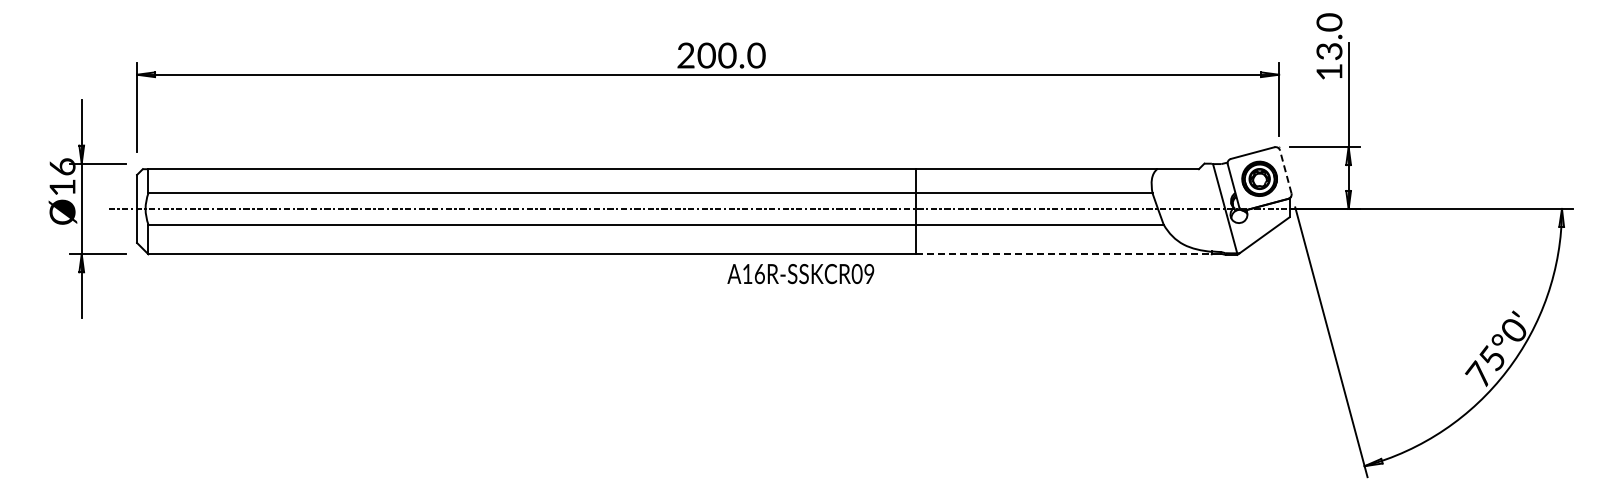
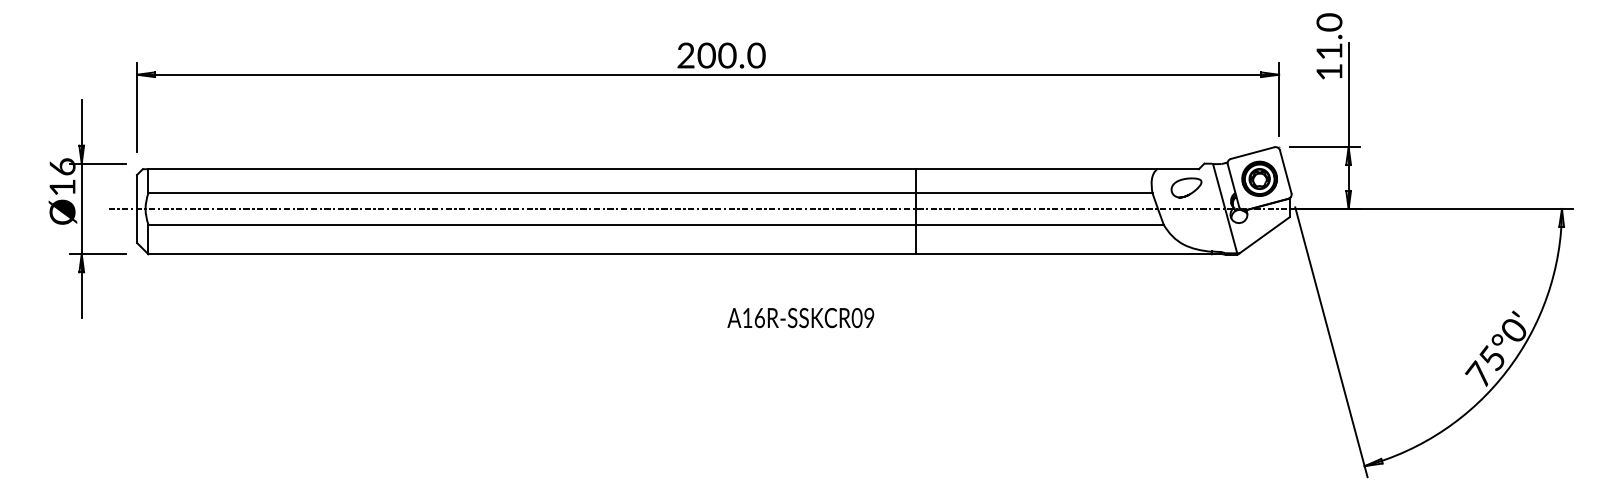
text at (1329, 51): 13.0 -> 11.0
line at (1285, 171): dashed -> solid
curve at (1190, 192): none -> present
line at (1064, 254): dashed -> solid
text at (800, 274) position: (800, 274) -> (800, 318)
